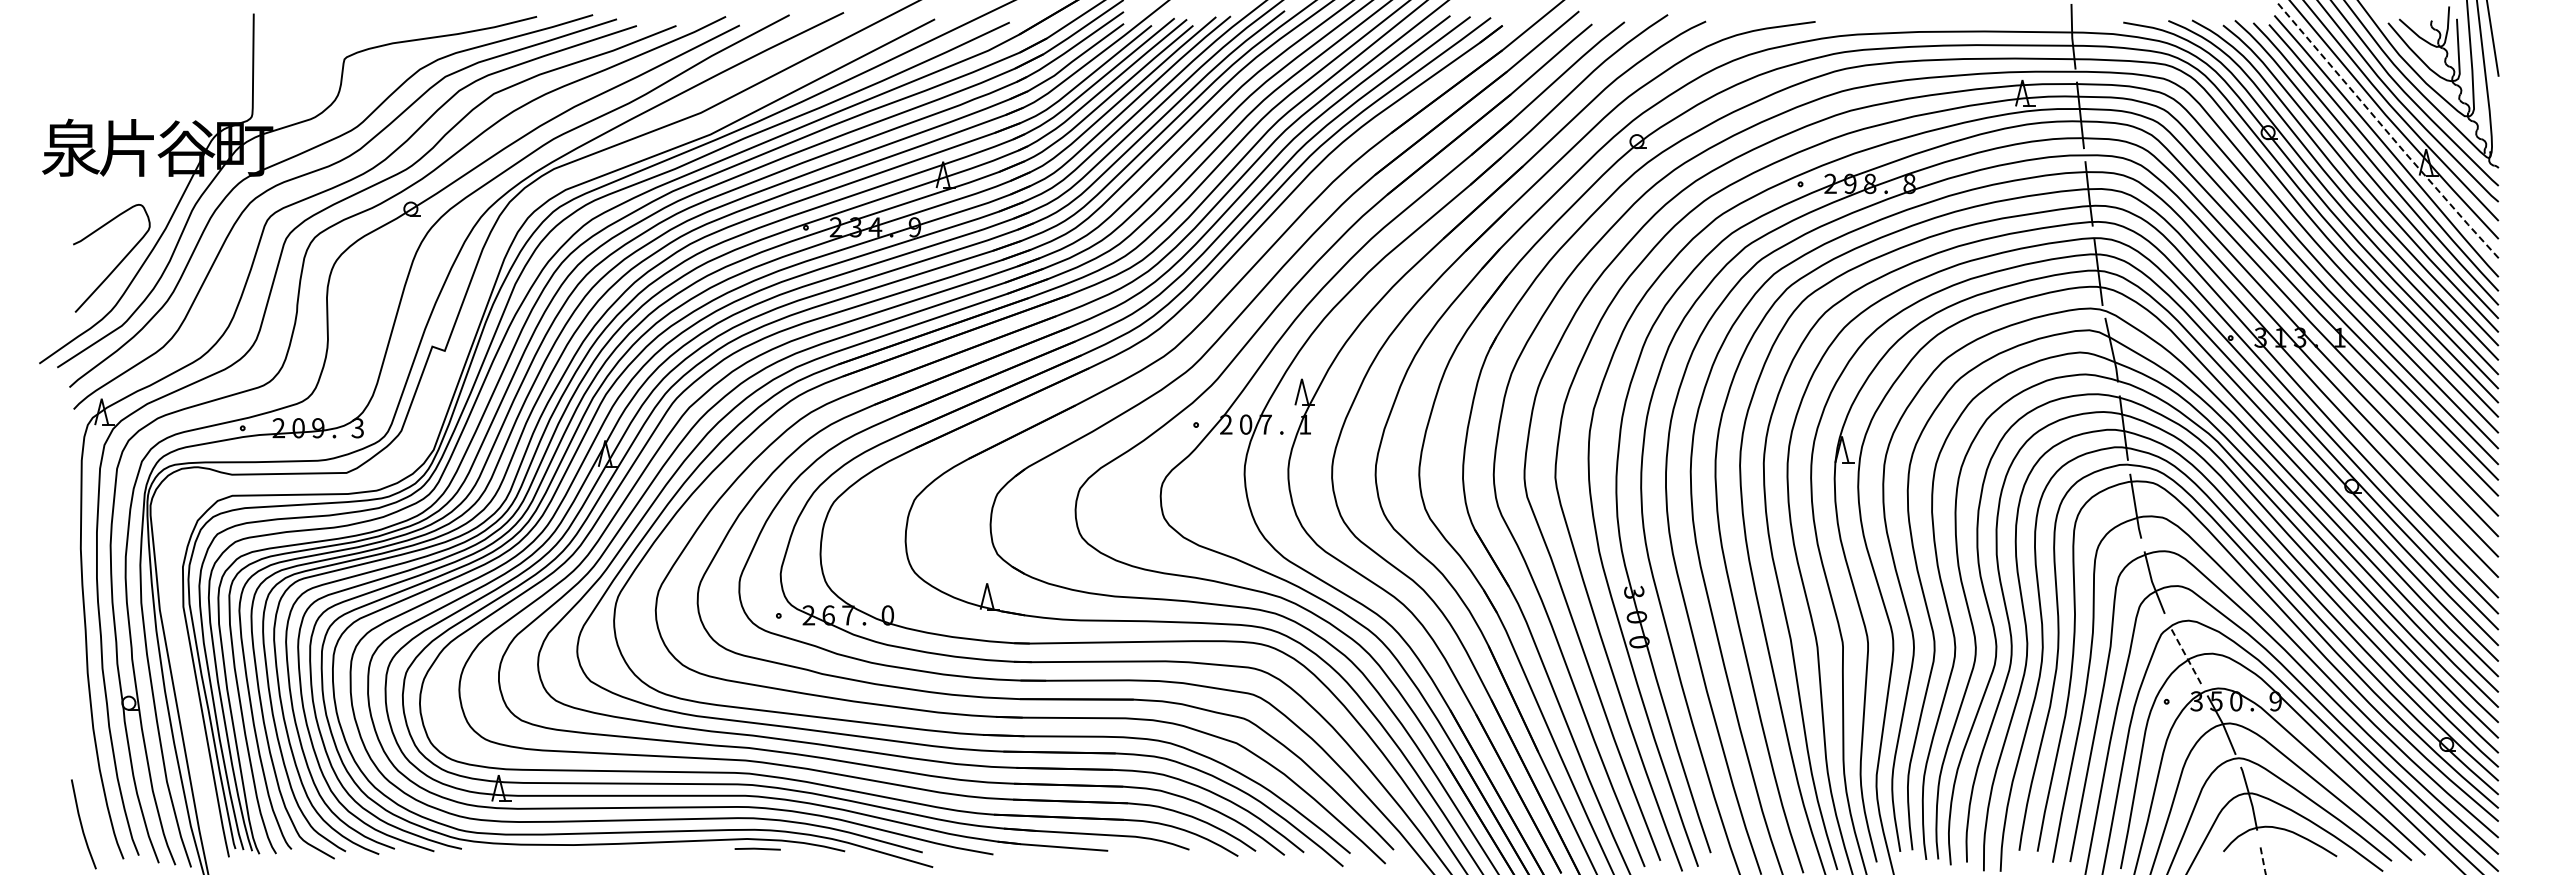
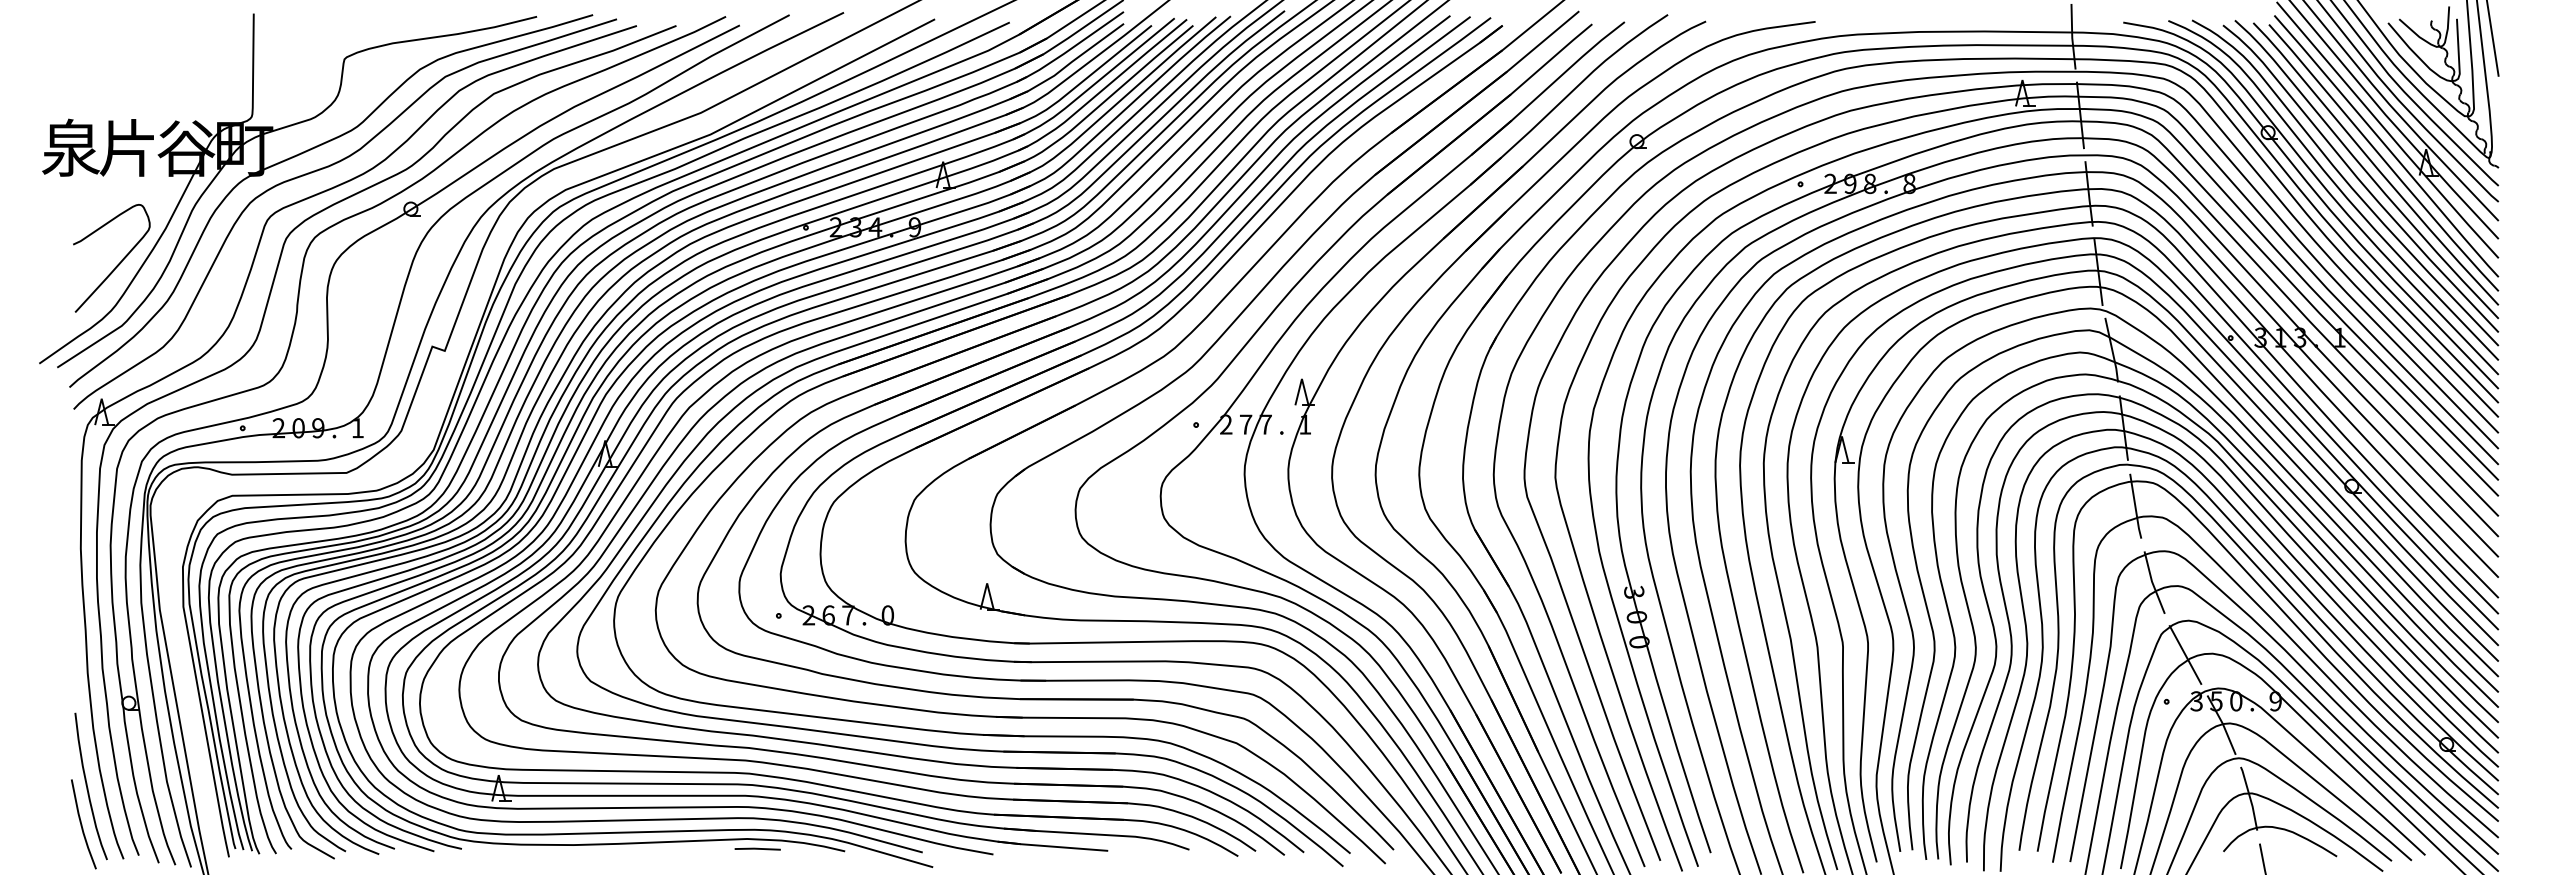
line at (2387, 132): dashed -> solid
text at (1246, 424): 0 -> 7
text at (357, 428): 3 -> 1
line at (2185, 655): dashed -> solid
curve at (88, 787): none -> present
line at (2262, 859): dashed -> solid
